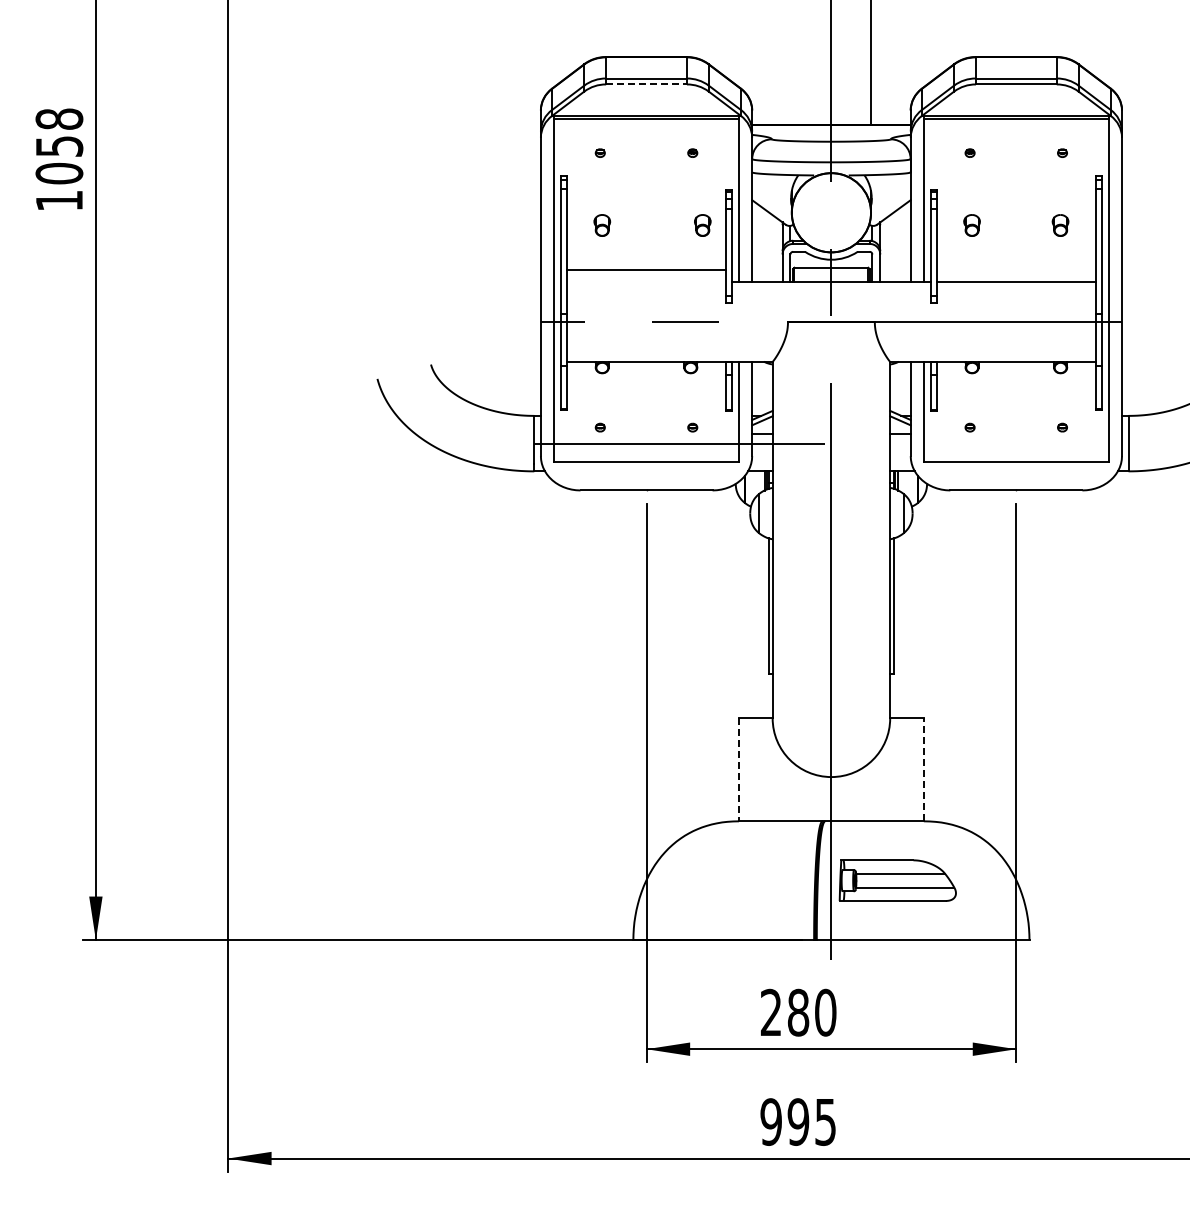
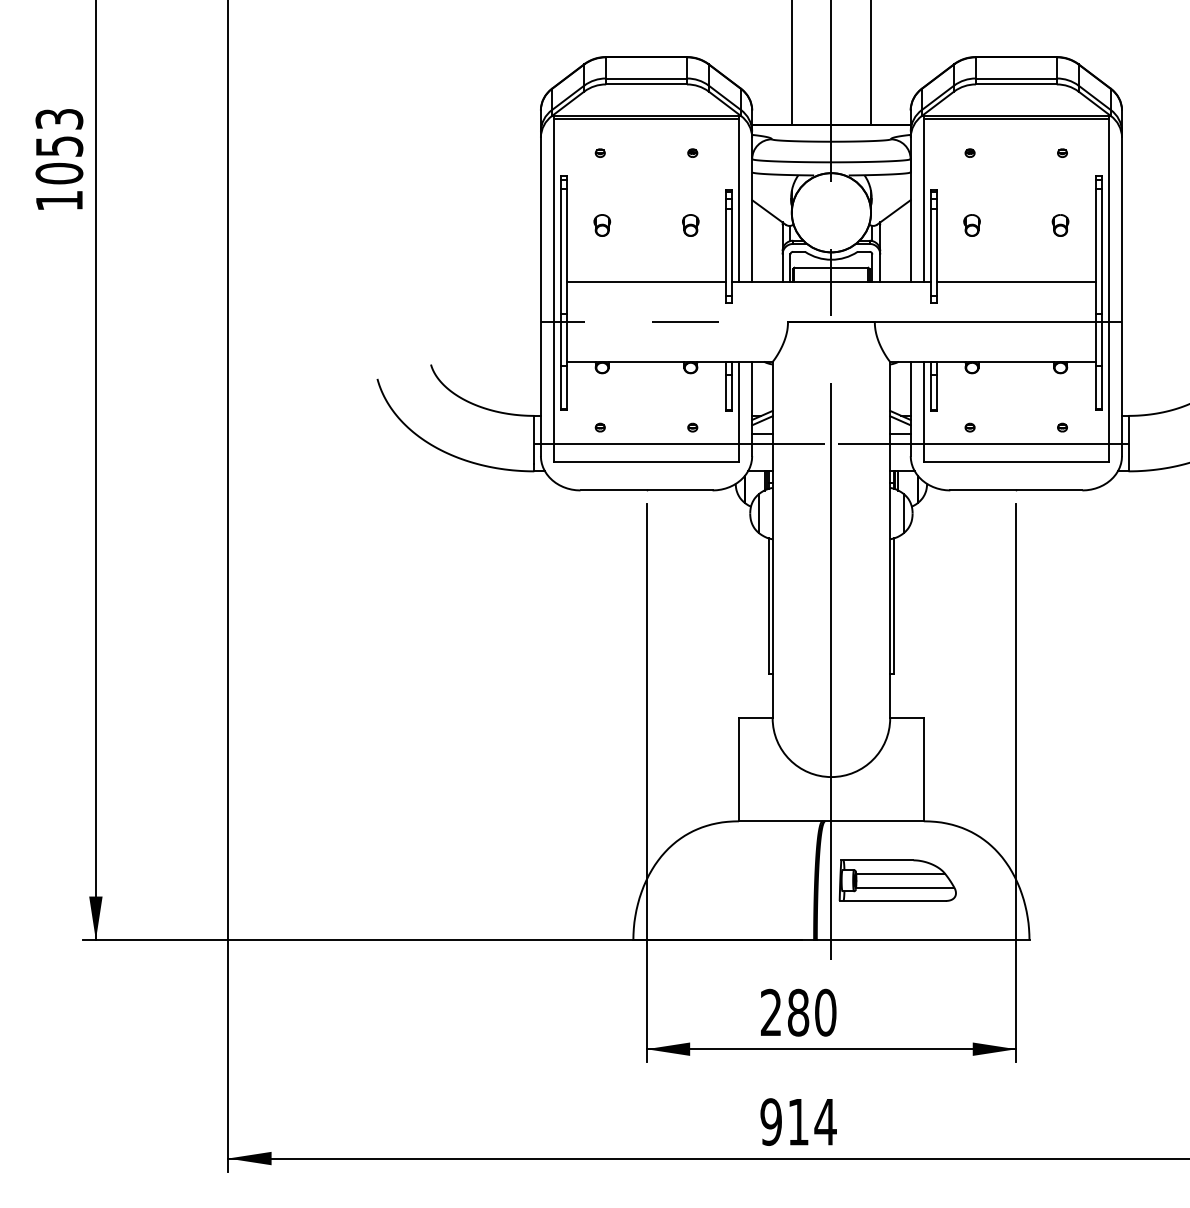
line at (791, 63): none -> present
line at (647, 84): dashed -> solid
text at (59, 118): 1058 -> 1053
part at (702, 225) position: (702, 225) -> (690, 225)
line at (646, 270) position: (646, 270) -> (646, 282)
line at (983, 443): none -> present
line at (738, 769): dashed -> solid
line at (923, 769): dashed -> solid
text at (811, 1121): 995 -> 914
